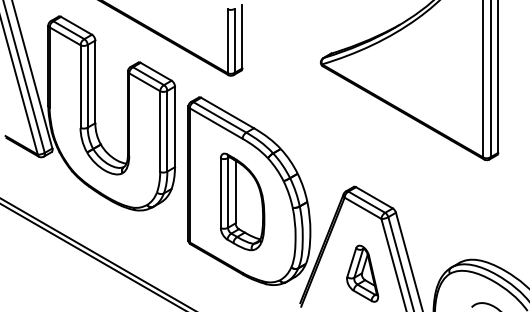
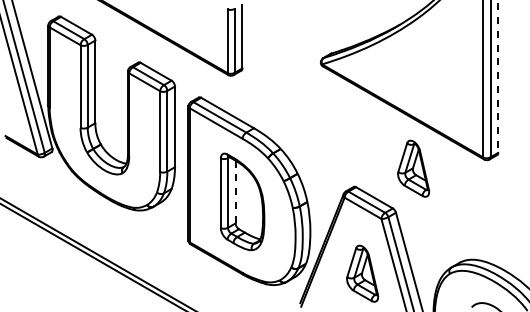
line at (498, 77): solid -> dashed
part at (413, 168): none -> present
line at (235, 192): solid -> dashed
